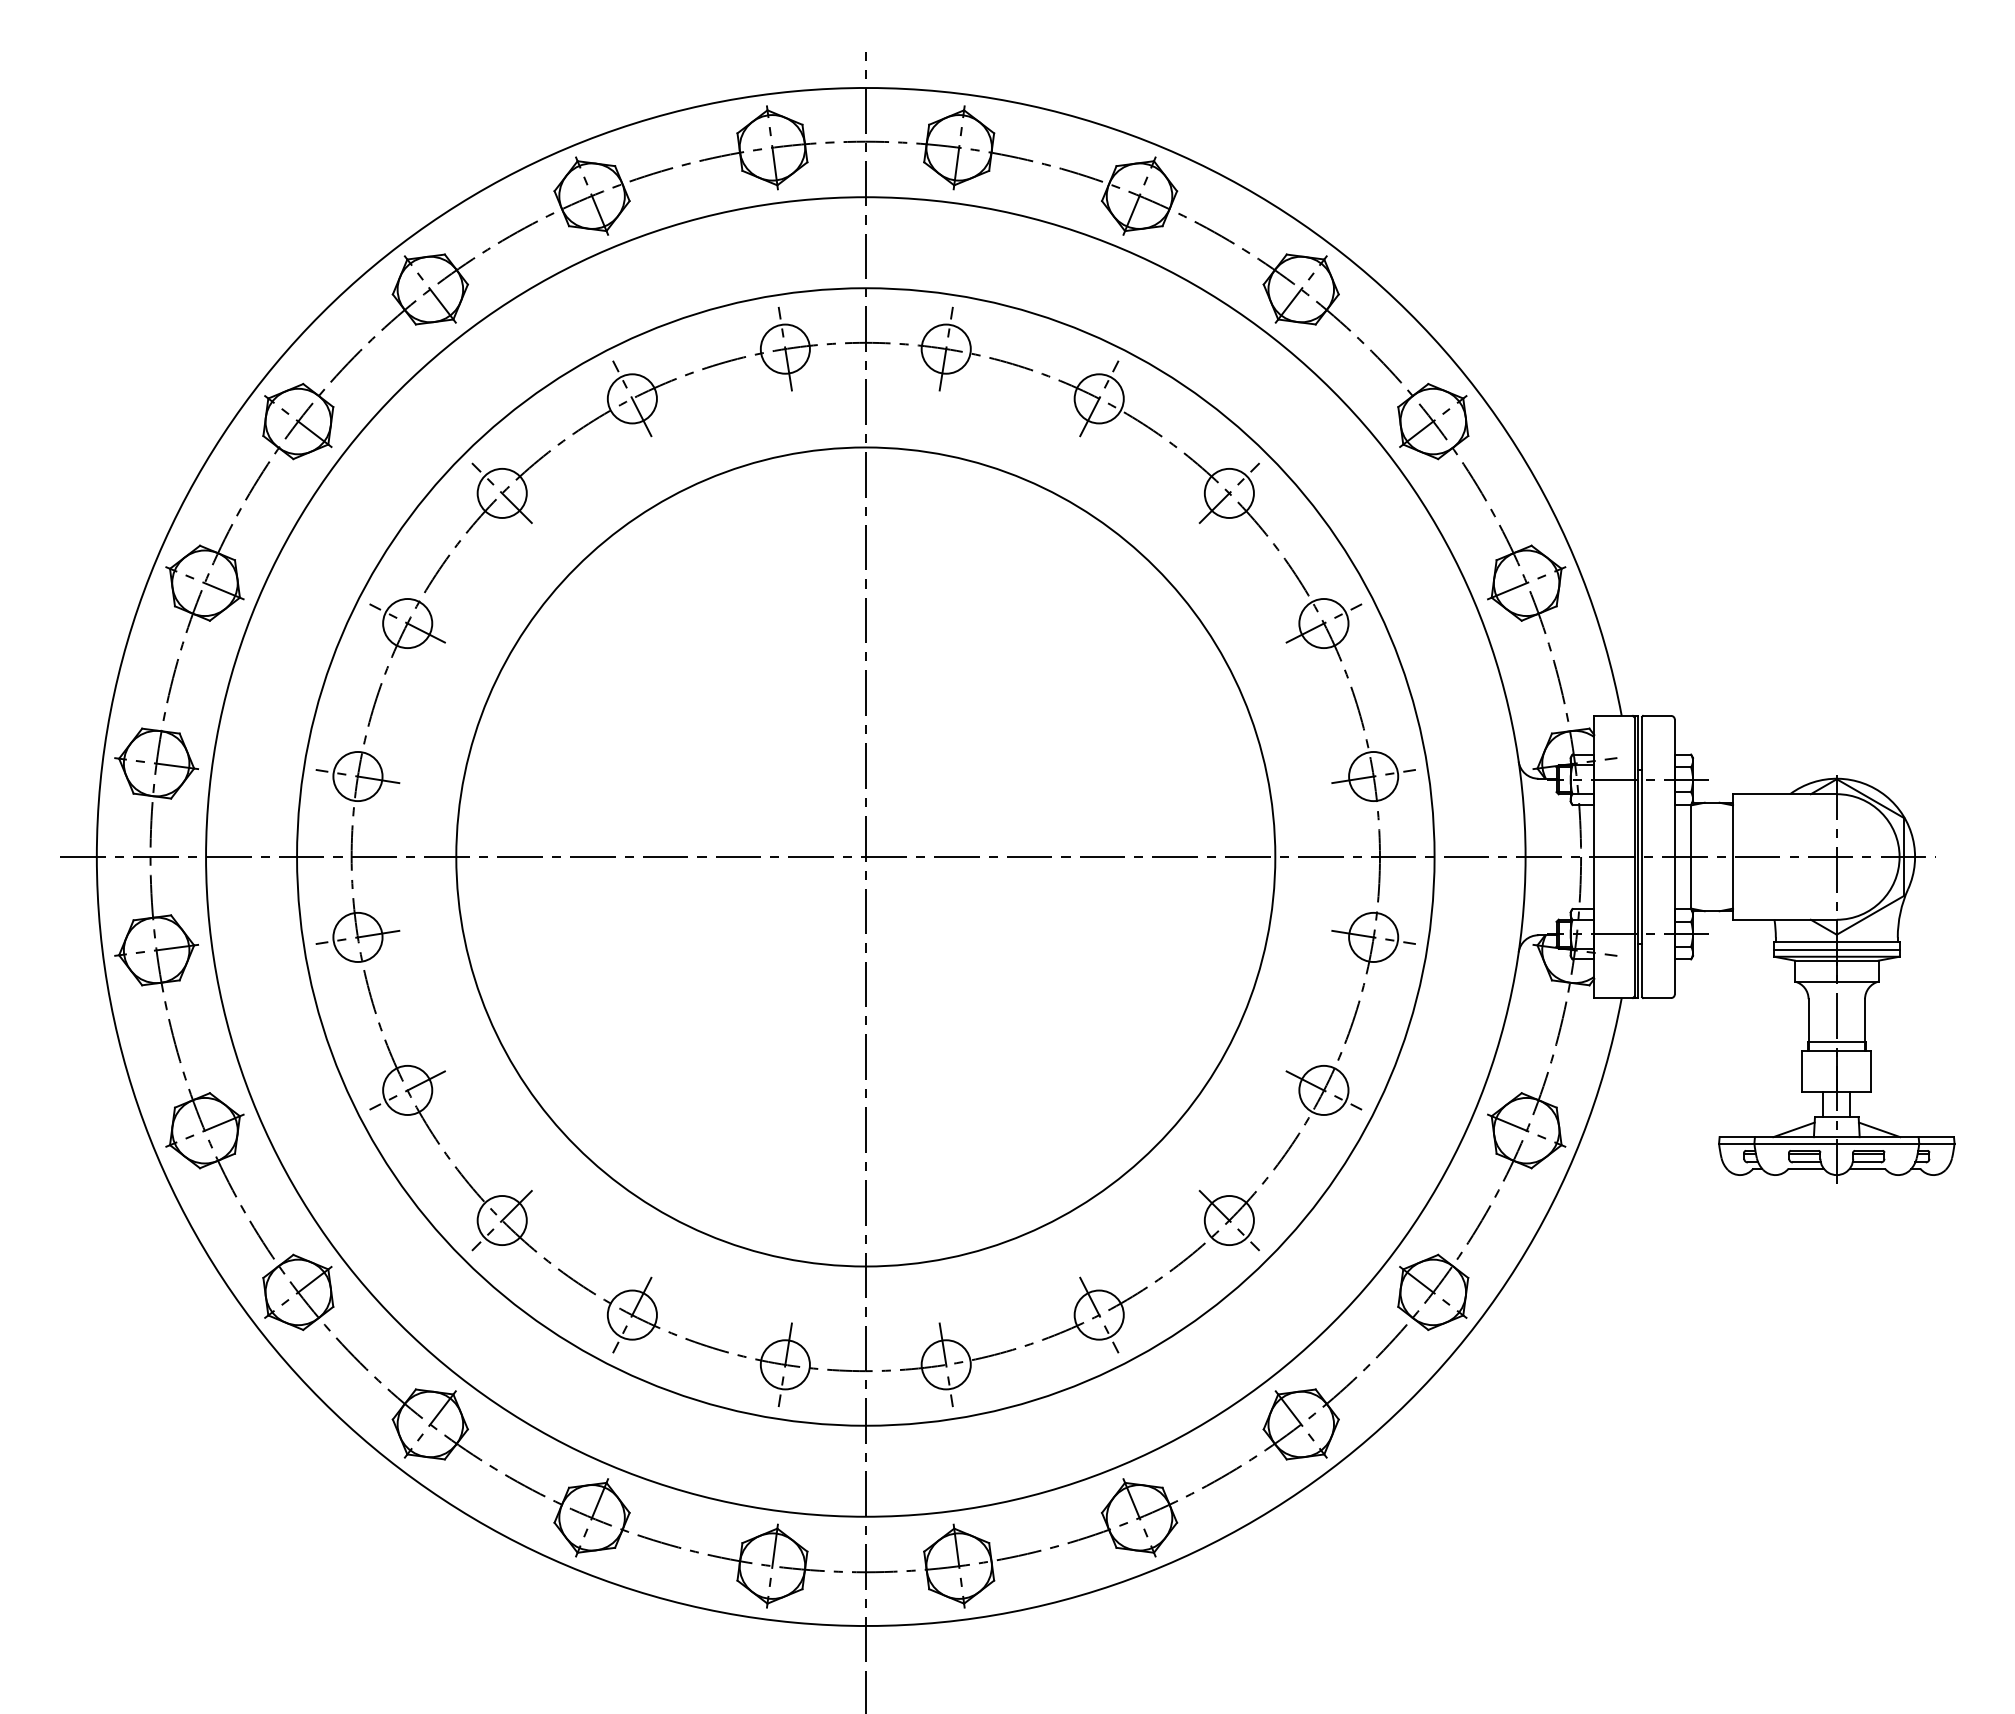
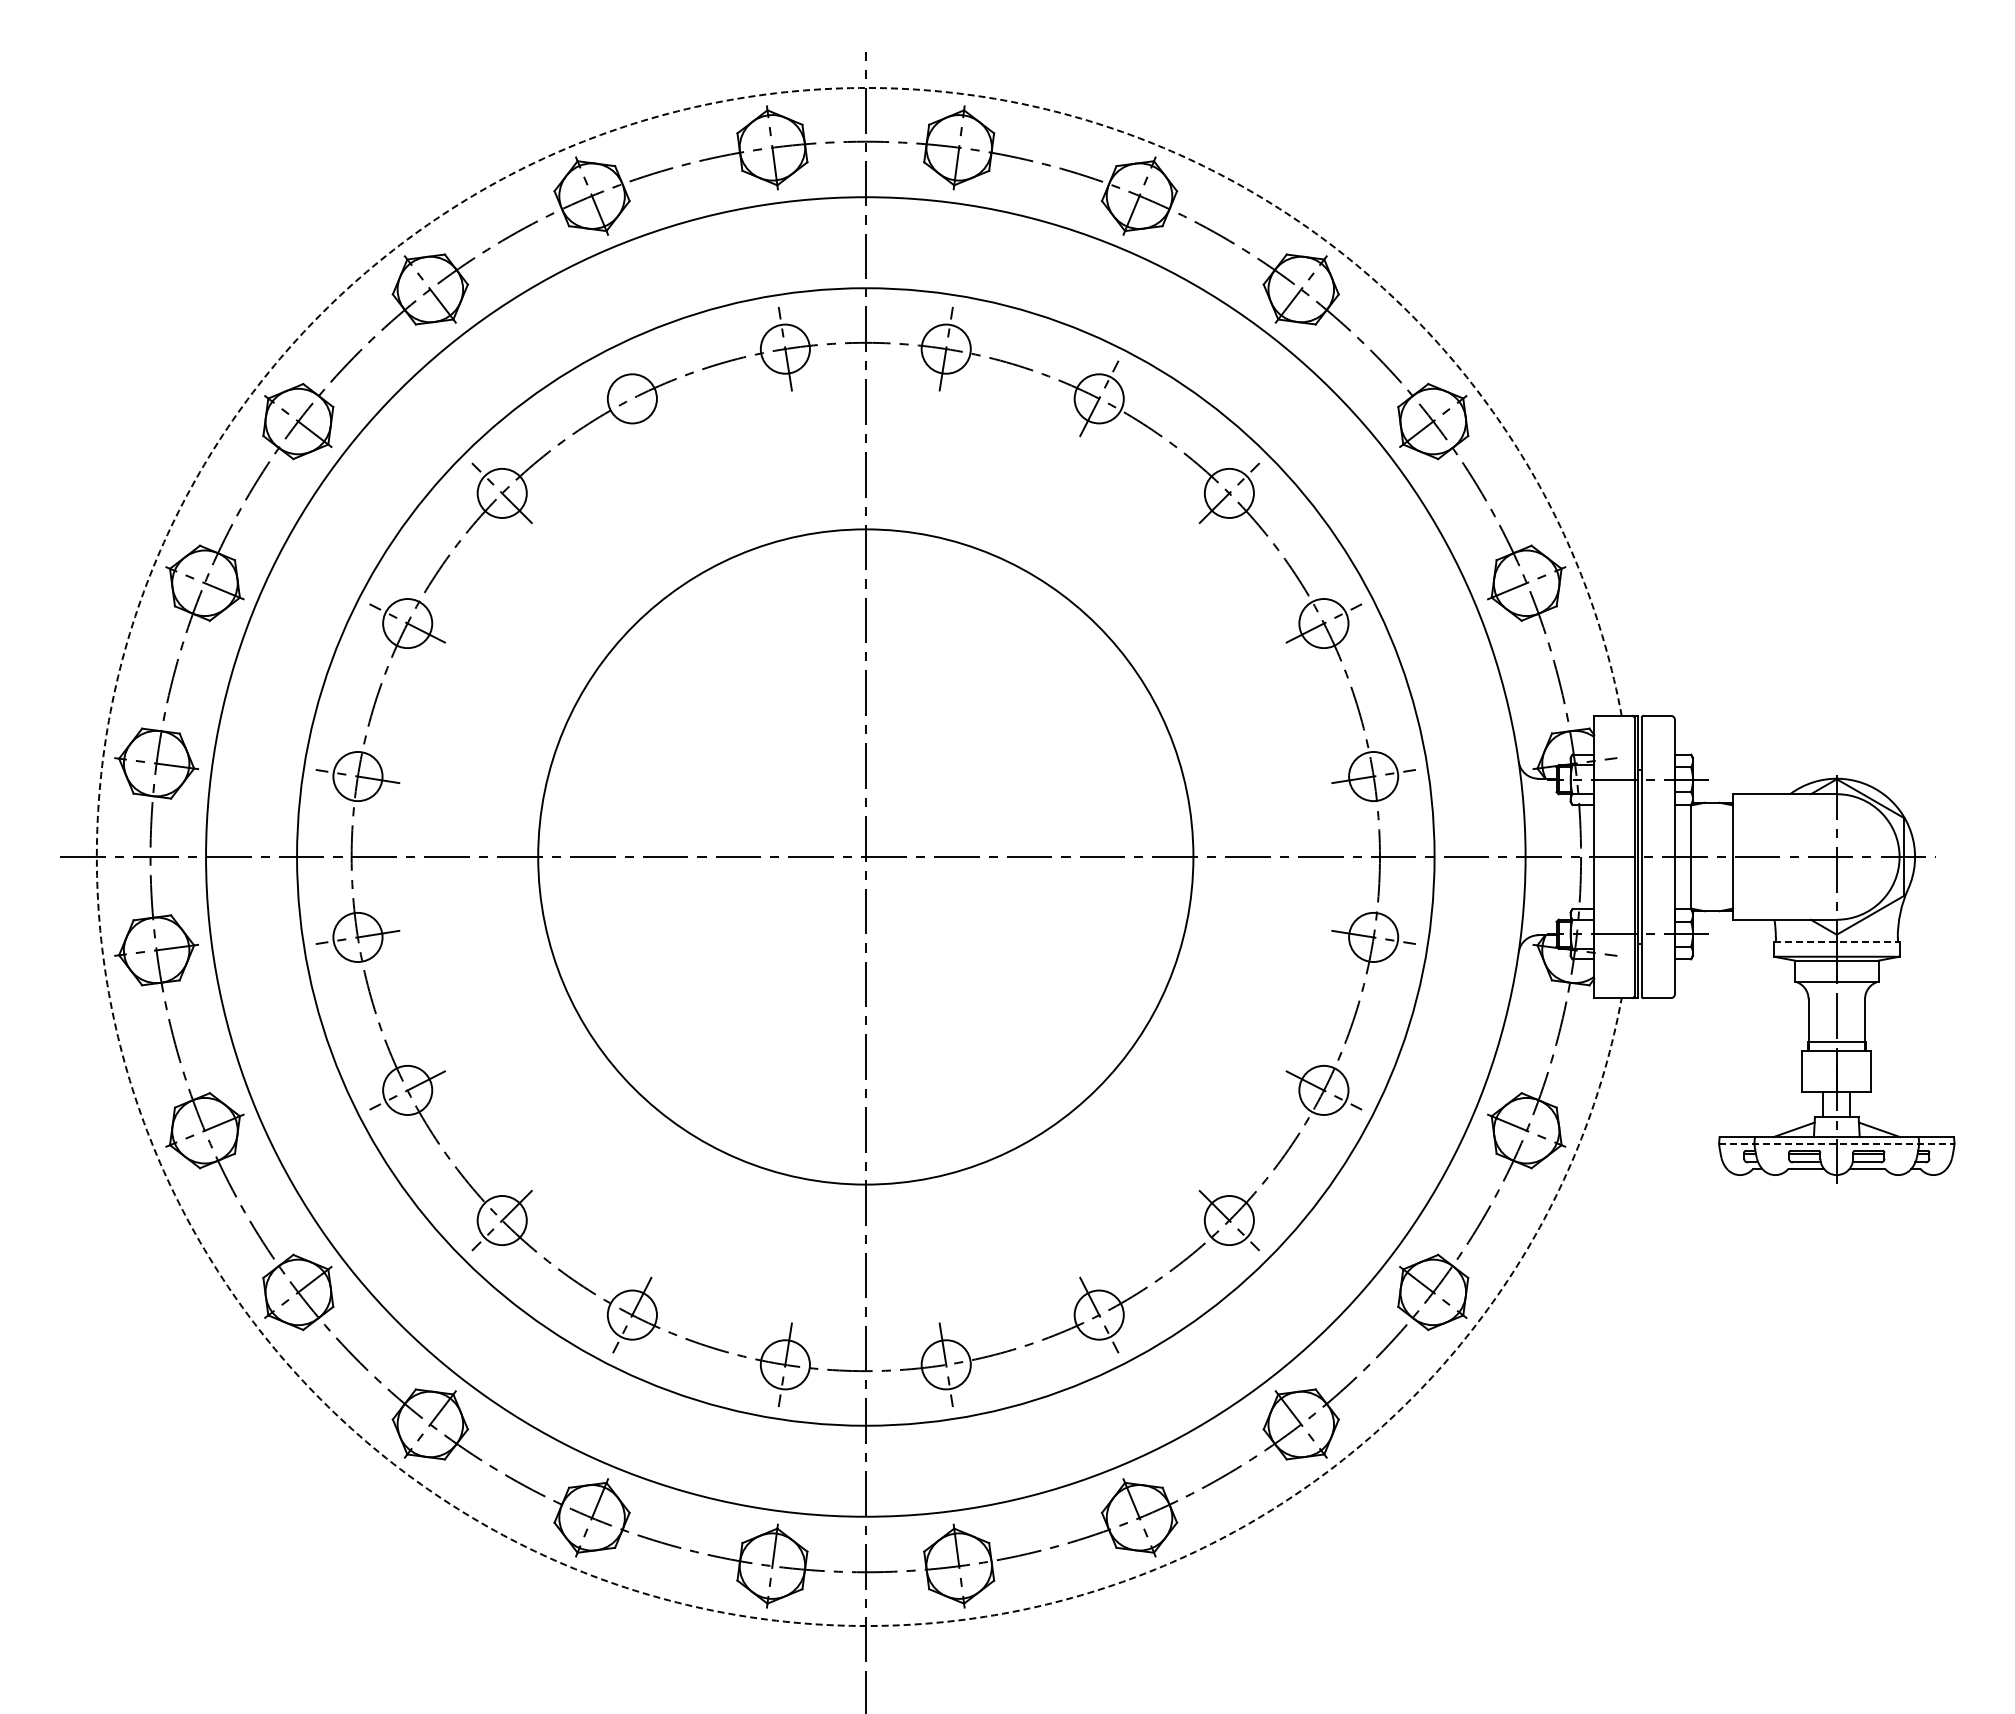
line at (631, 398): present -> none
circle at (865, 856) diameter: 819 px -> 655 px
arc at (96, 857): solid -> dashed
line at (1836, 941): solid -> dashed
line at (1836, 949): present -> none
line at (1836, 1143): solid -> dashed
